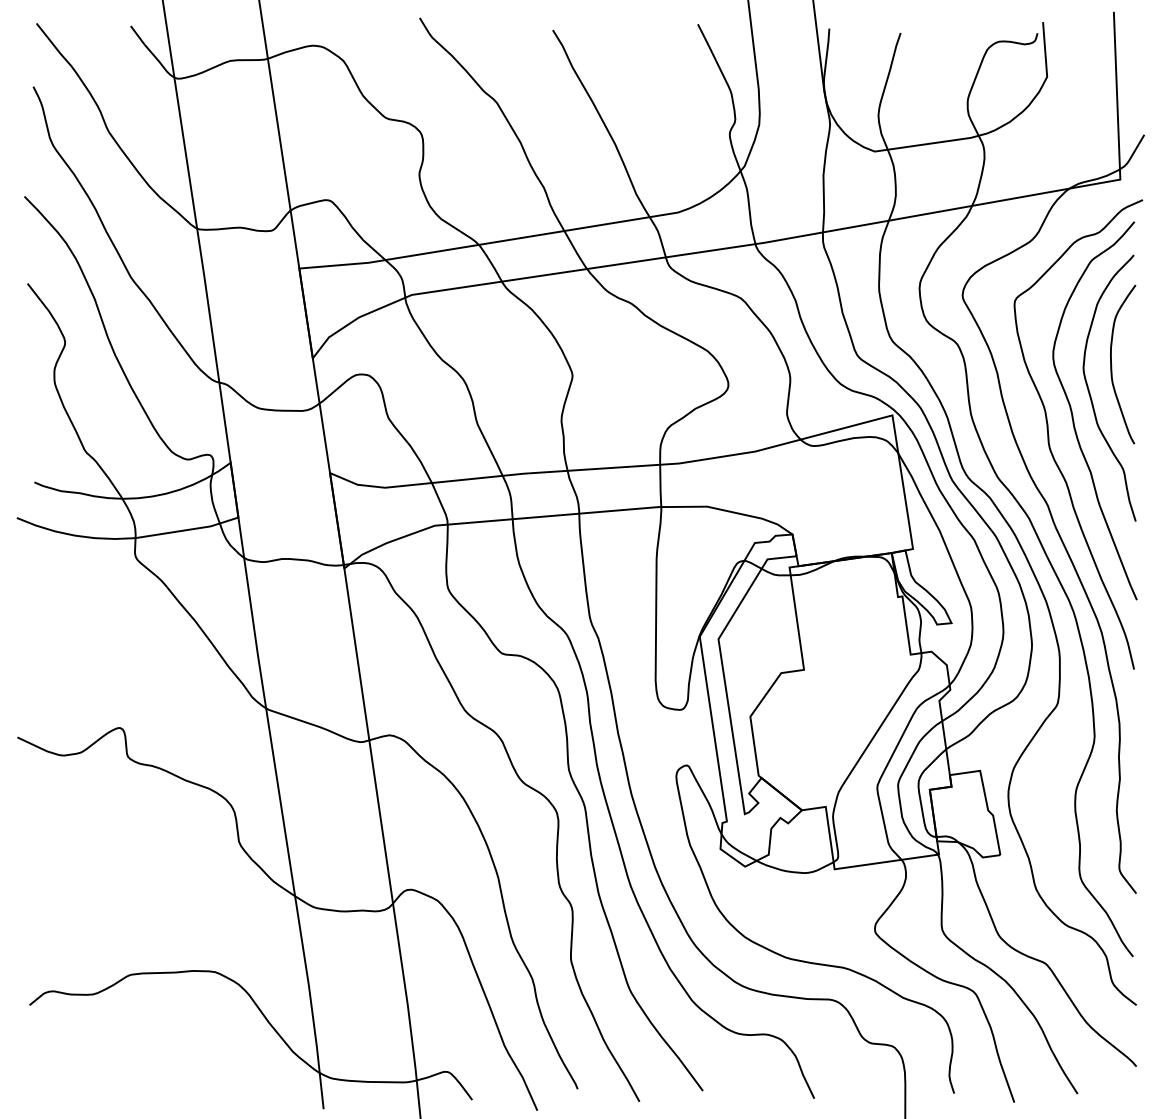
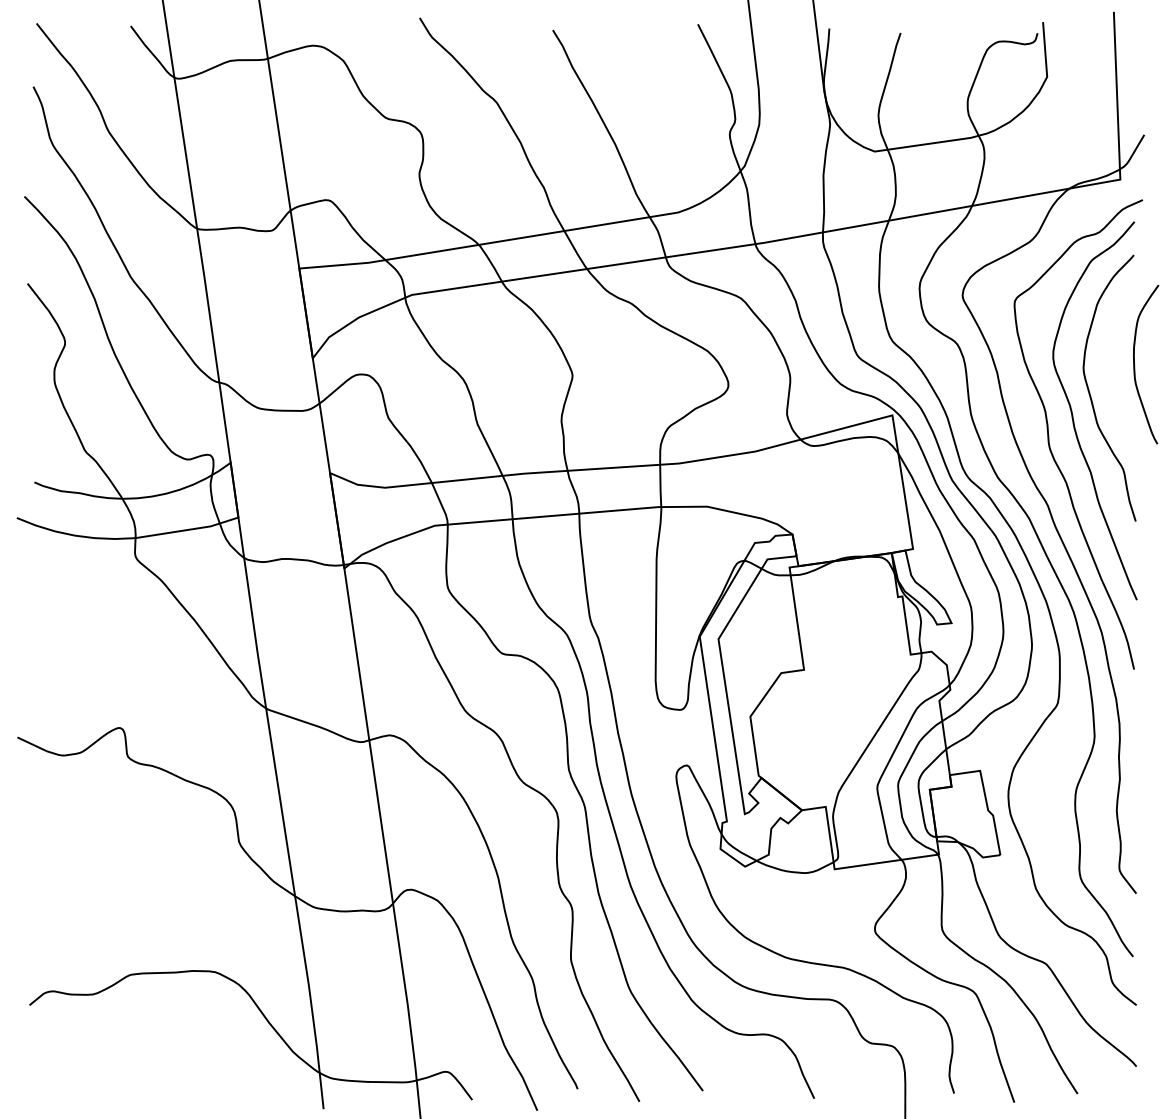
curve at (1112, 365) position: (1112, 365) -> (1135, 365)
